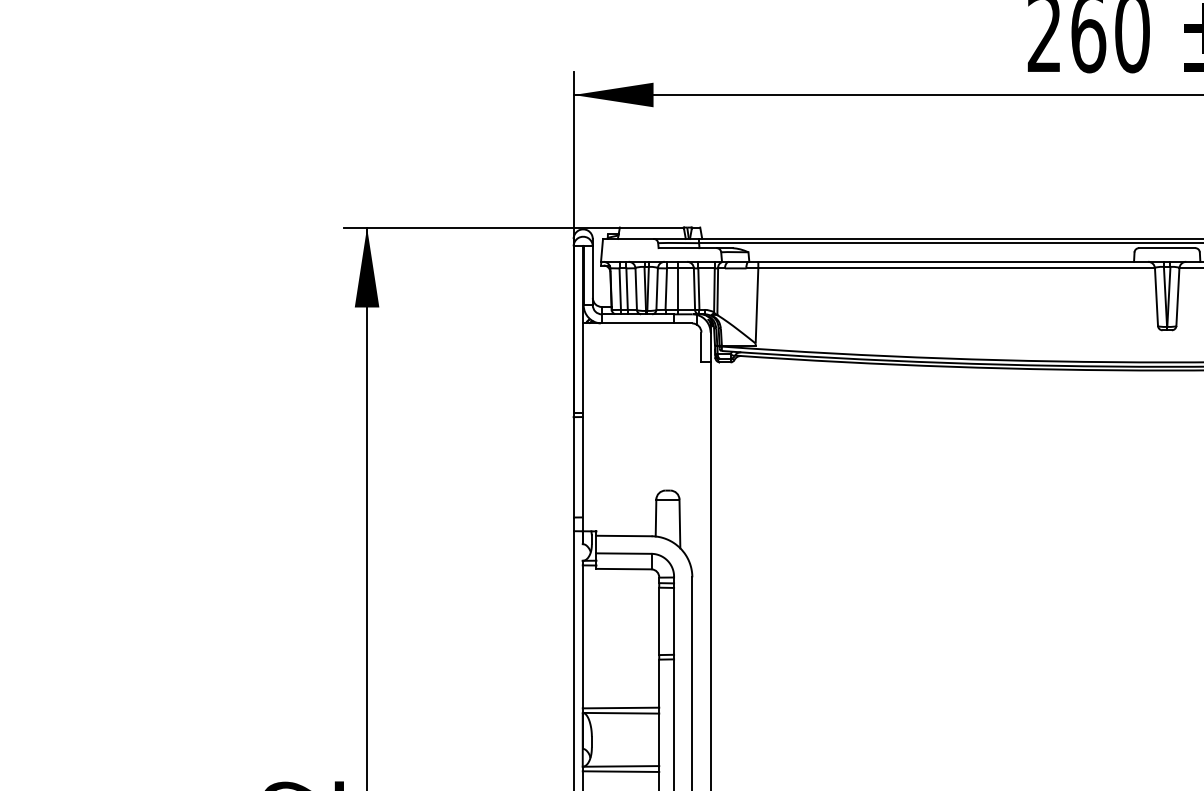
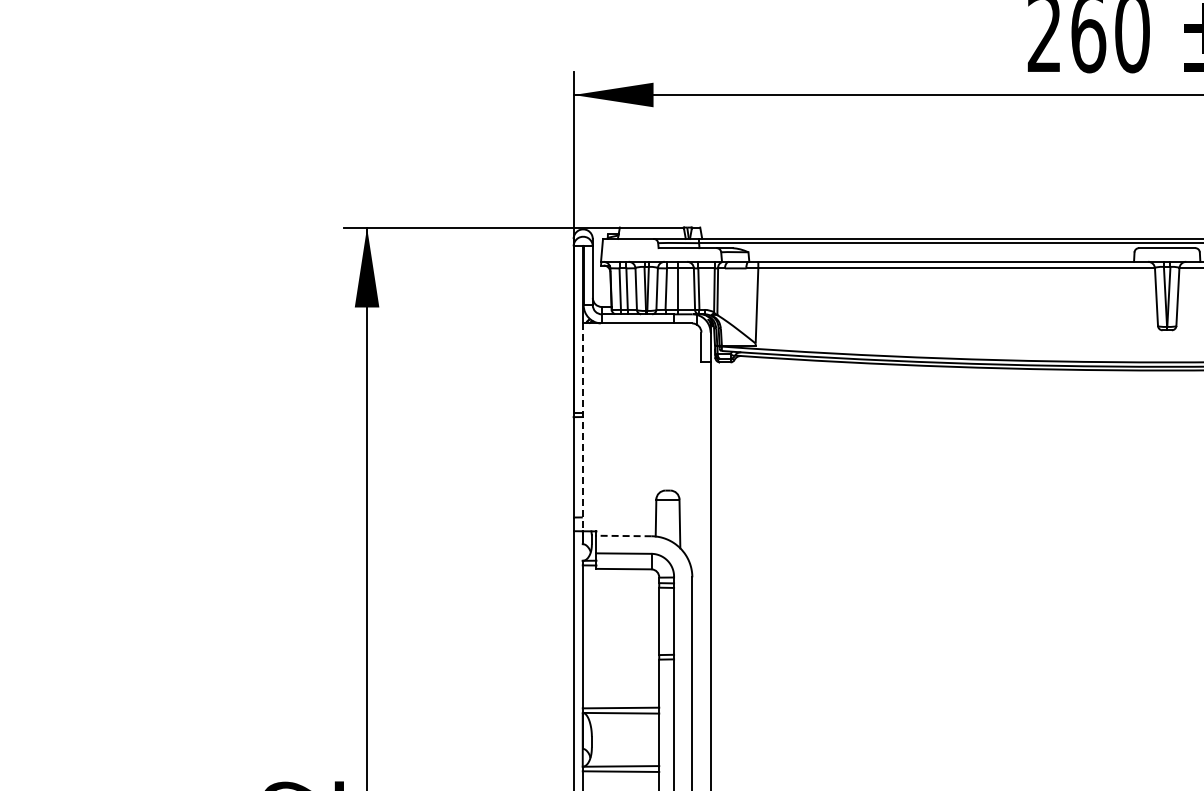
line at (582, 427): solid -> dashed
line at (624, 536): solid -> dashed
